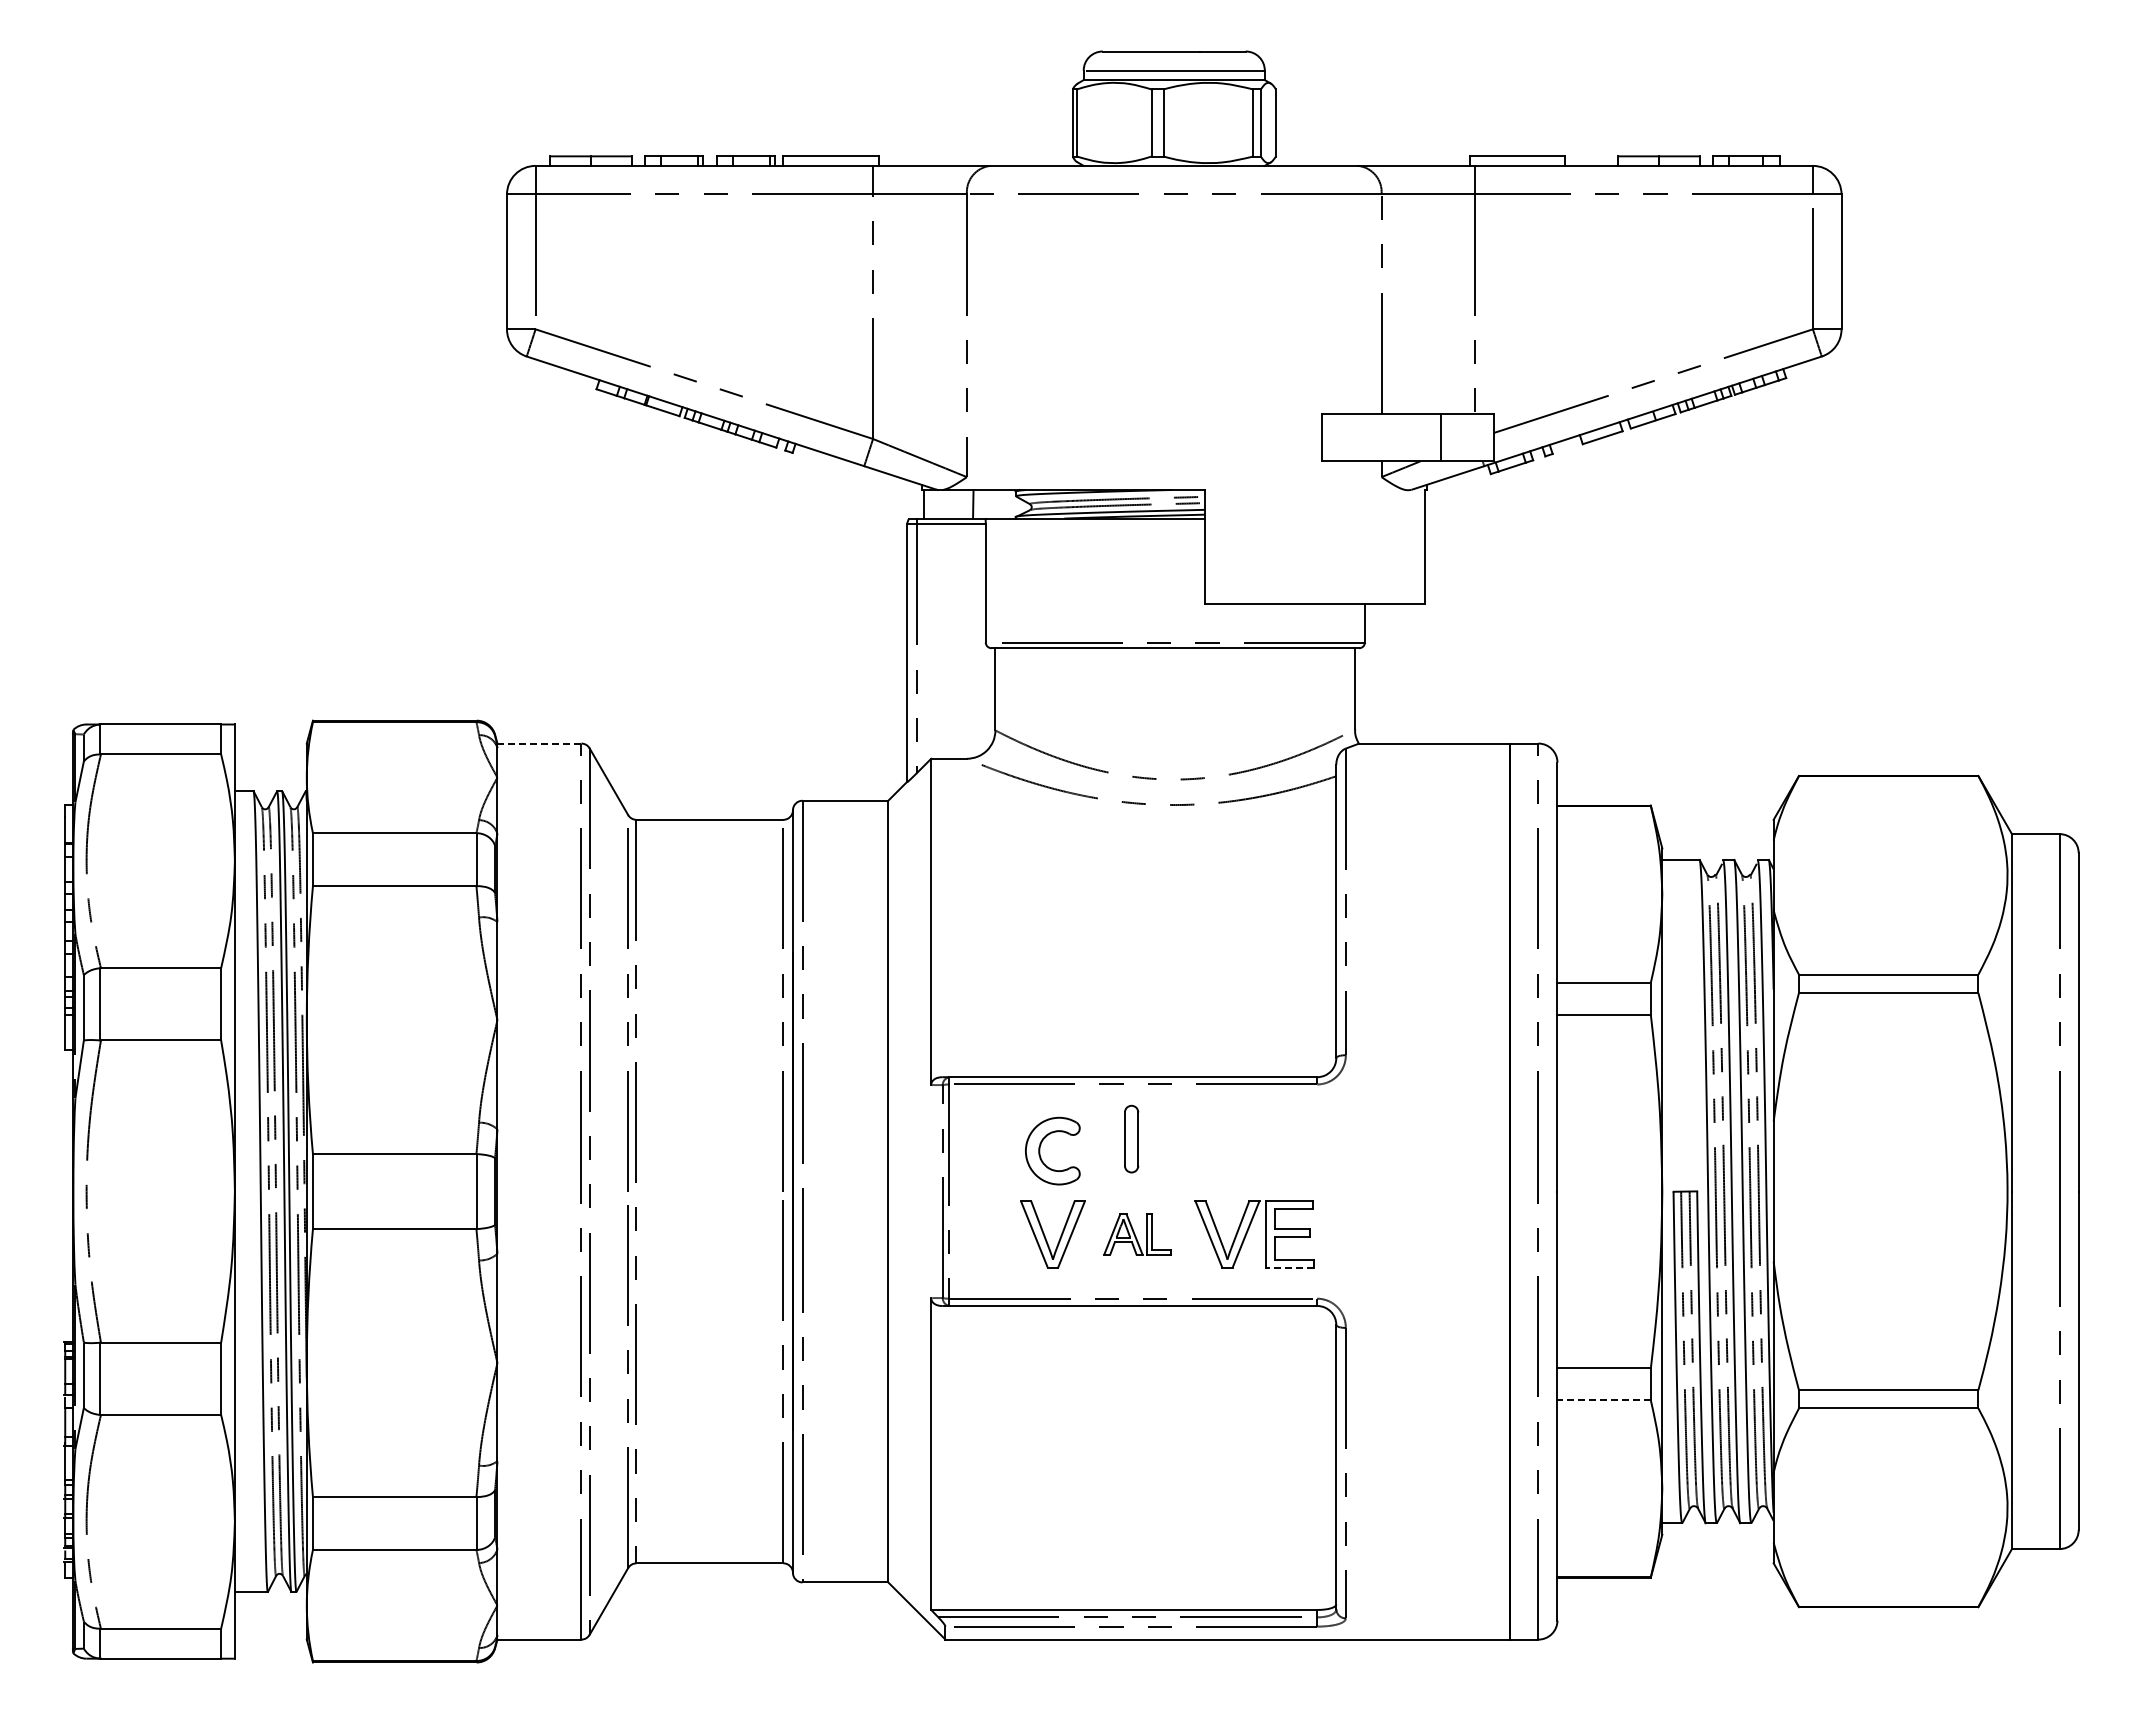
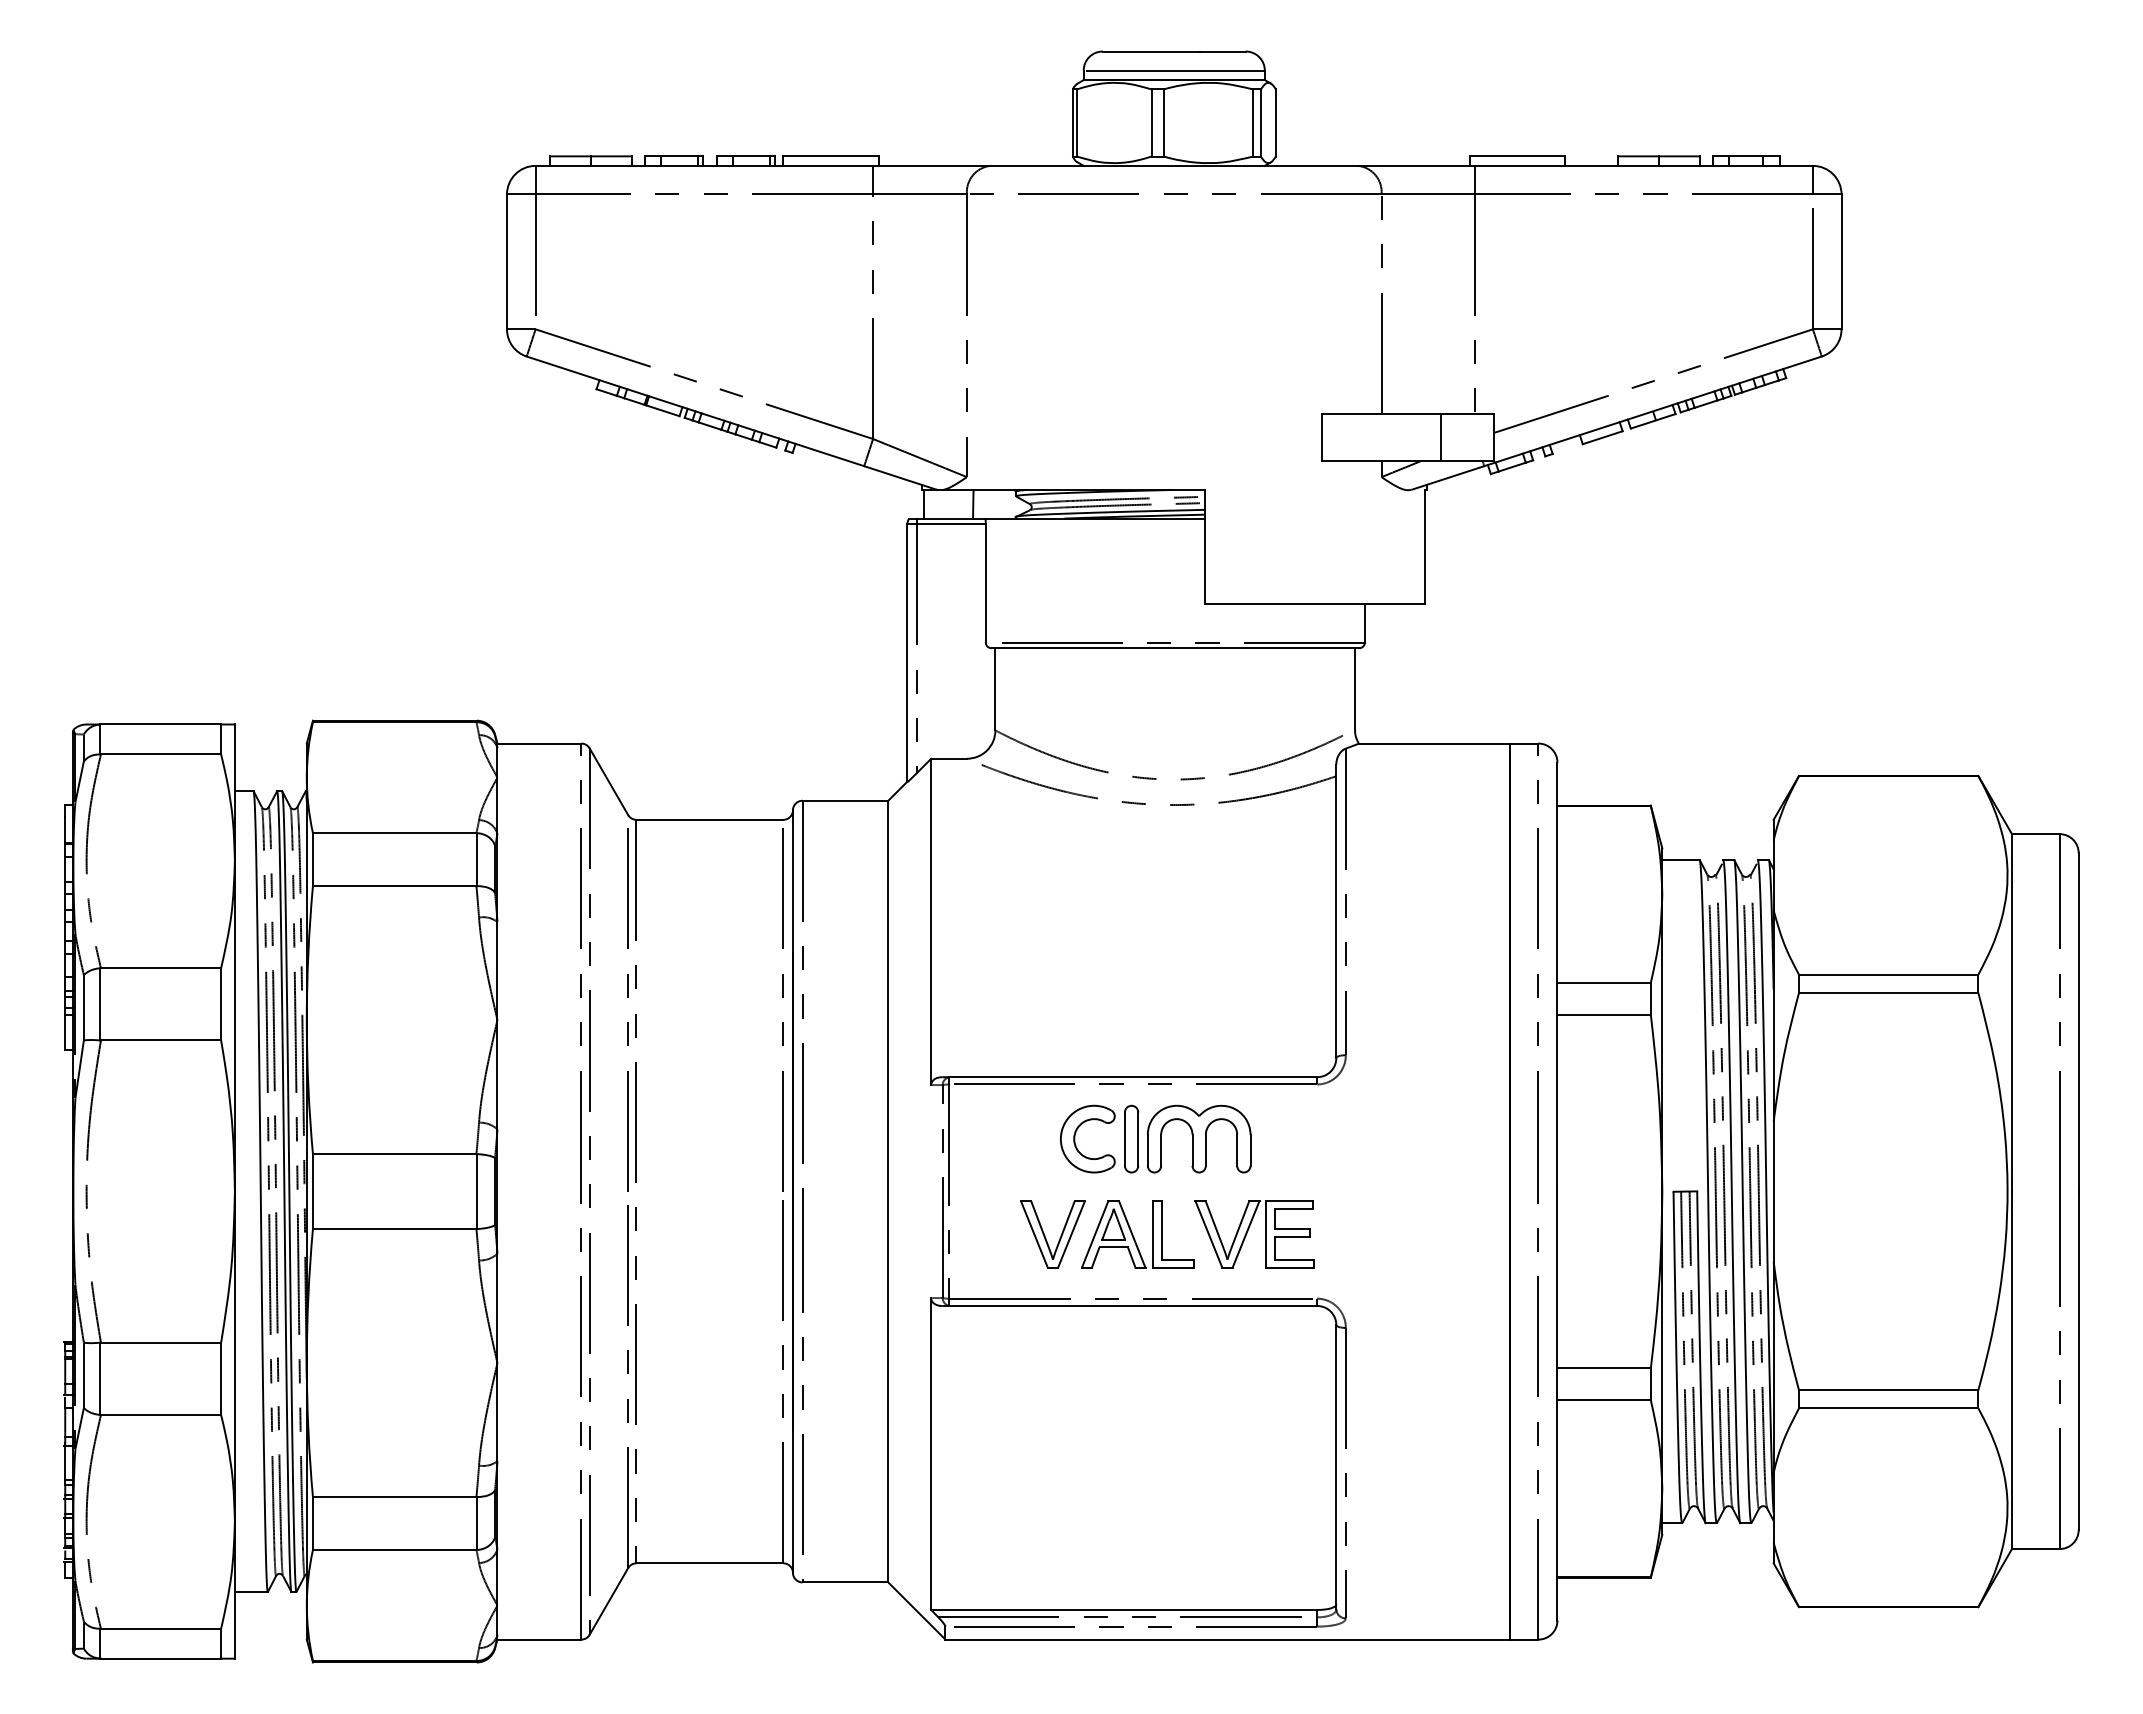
line at (539, 743): dashed -> solid
part at (1199, 1138): none -> present
part at (1040, 1150) position: (1040, 1150) -> (1075, 1138)
part at (1137, 1234) size: 69x43 px -> 114x69 px
line at (1289, 1267): dashed -> solid
line at (1604, 1400): dashed -> solid
